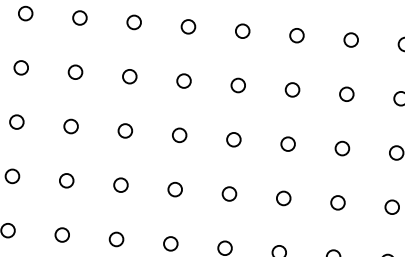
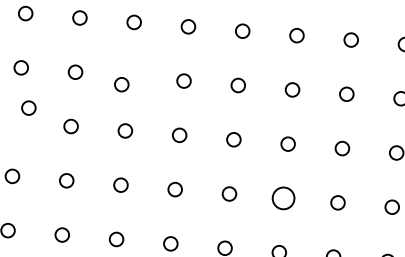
circle at (129, 76) position: (129, 76) -> (121, 84)
circle at (16, 121) position: (16, 121) -> (28, 107)
circle at (283, 198) size: 16x17 px -> 25x25 px
